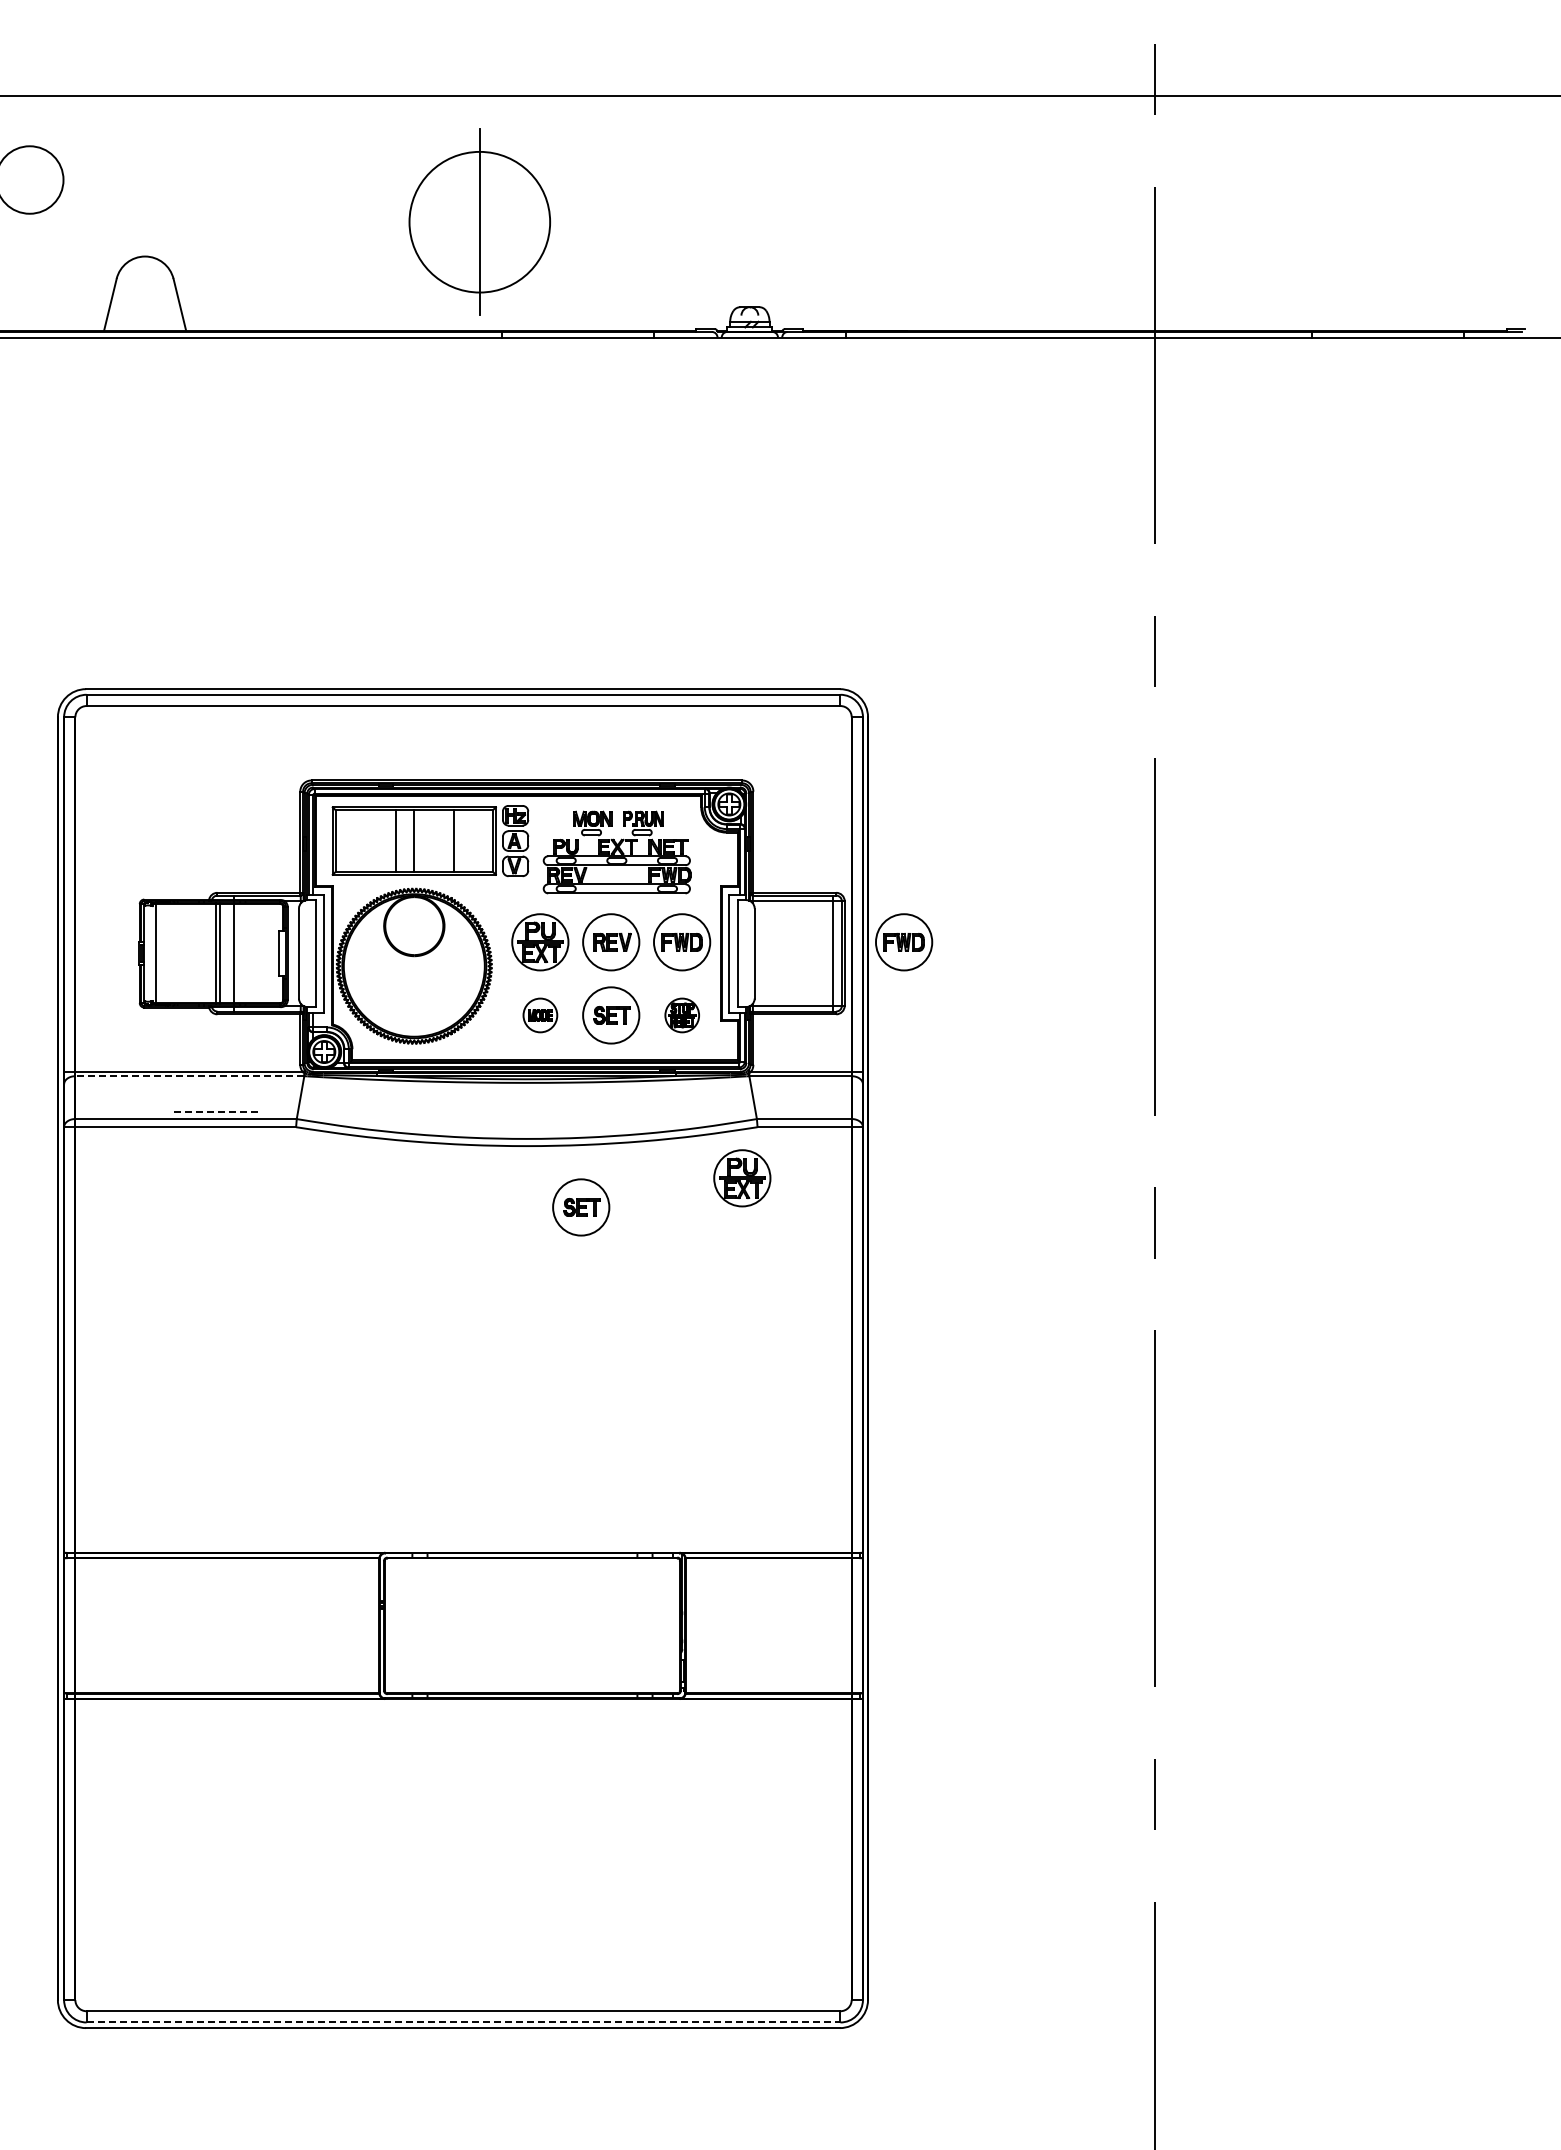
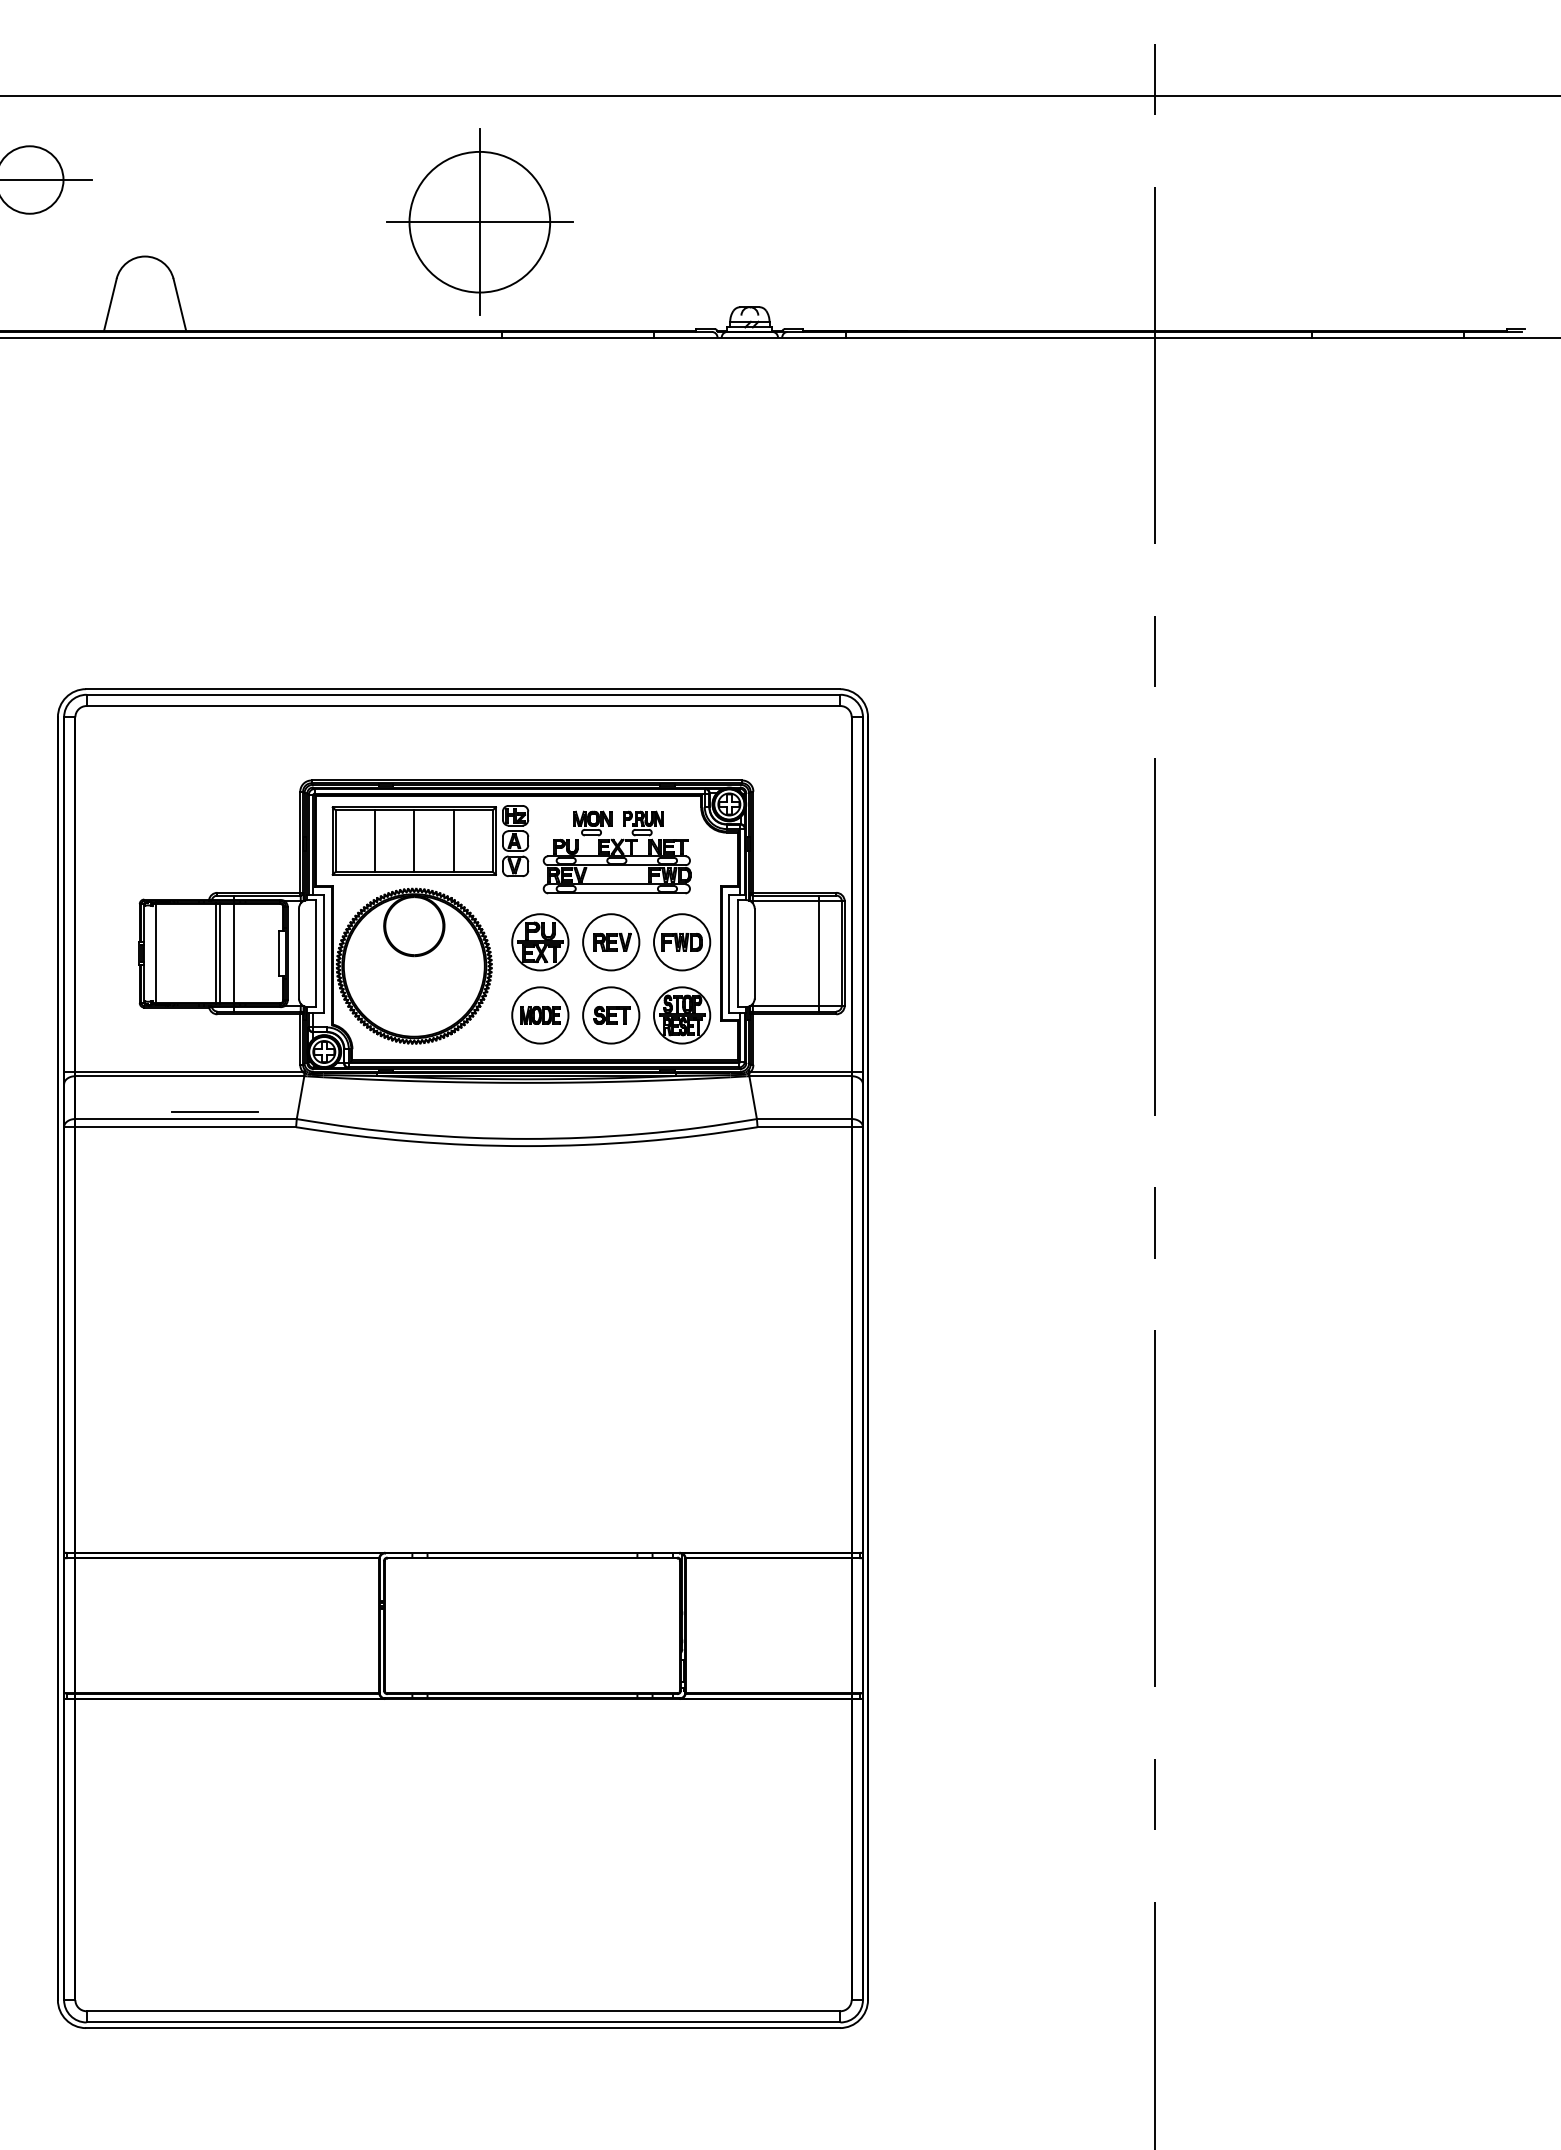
line at (46, 180): none -> present
line at (479, 222): none -> present
line at (395, 841) position: (395, 841) -> (374, 841)
part at (904, 942): present -> none
line at (833, 953) position: (833, 953) -> (819, 953)
part at (540, 1015) size: 37x37 px -> 59x59 px
part at (681, 1015) size: 36x37 px -> 59x59 px
line at (189, 1076): dashed -> solid
line at (215, 1112): dashed -> solid
part at (742, 1178): present -> none
part at (581, 1207): present -> none
line at (463, 2022): dashed -> solid
